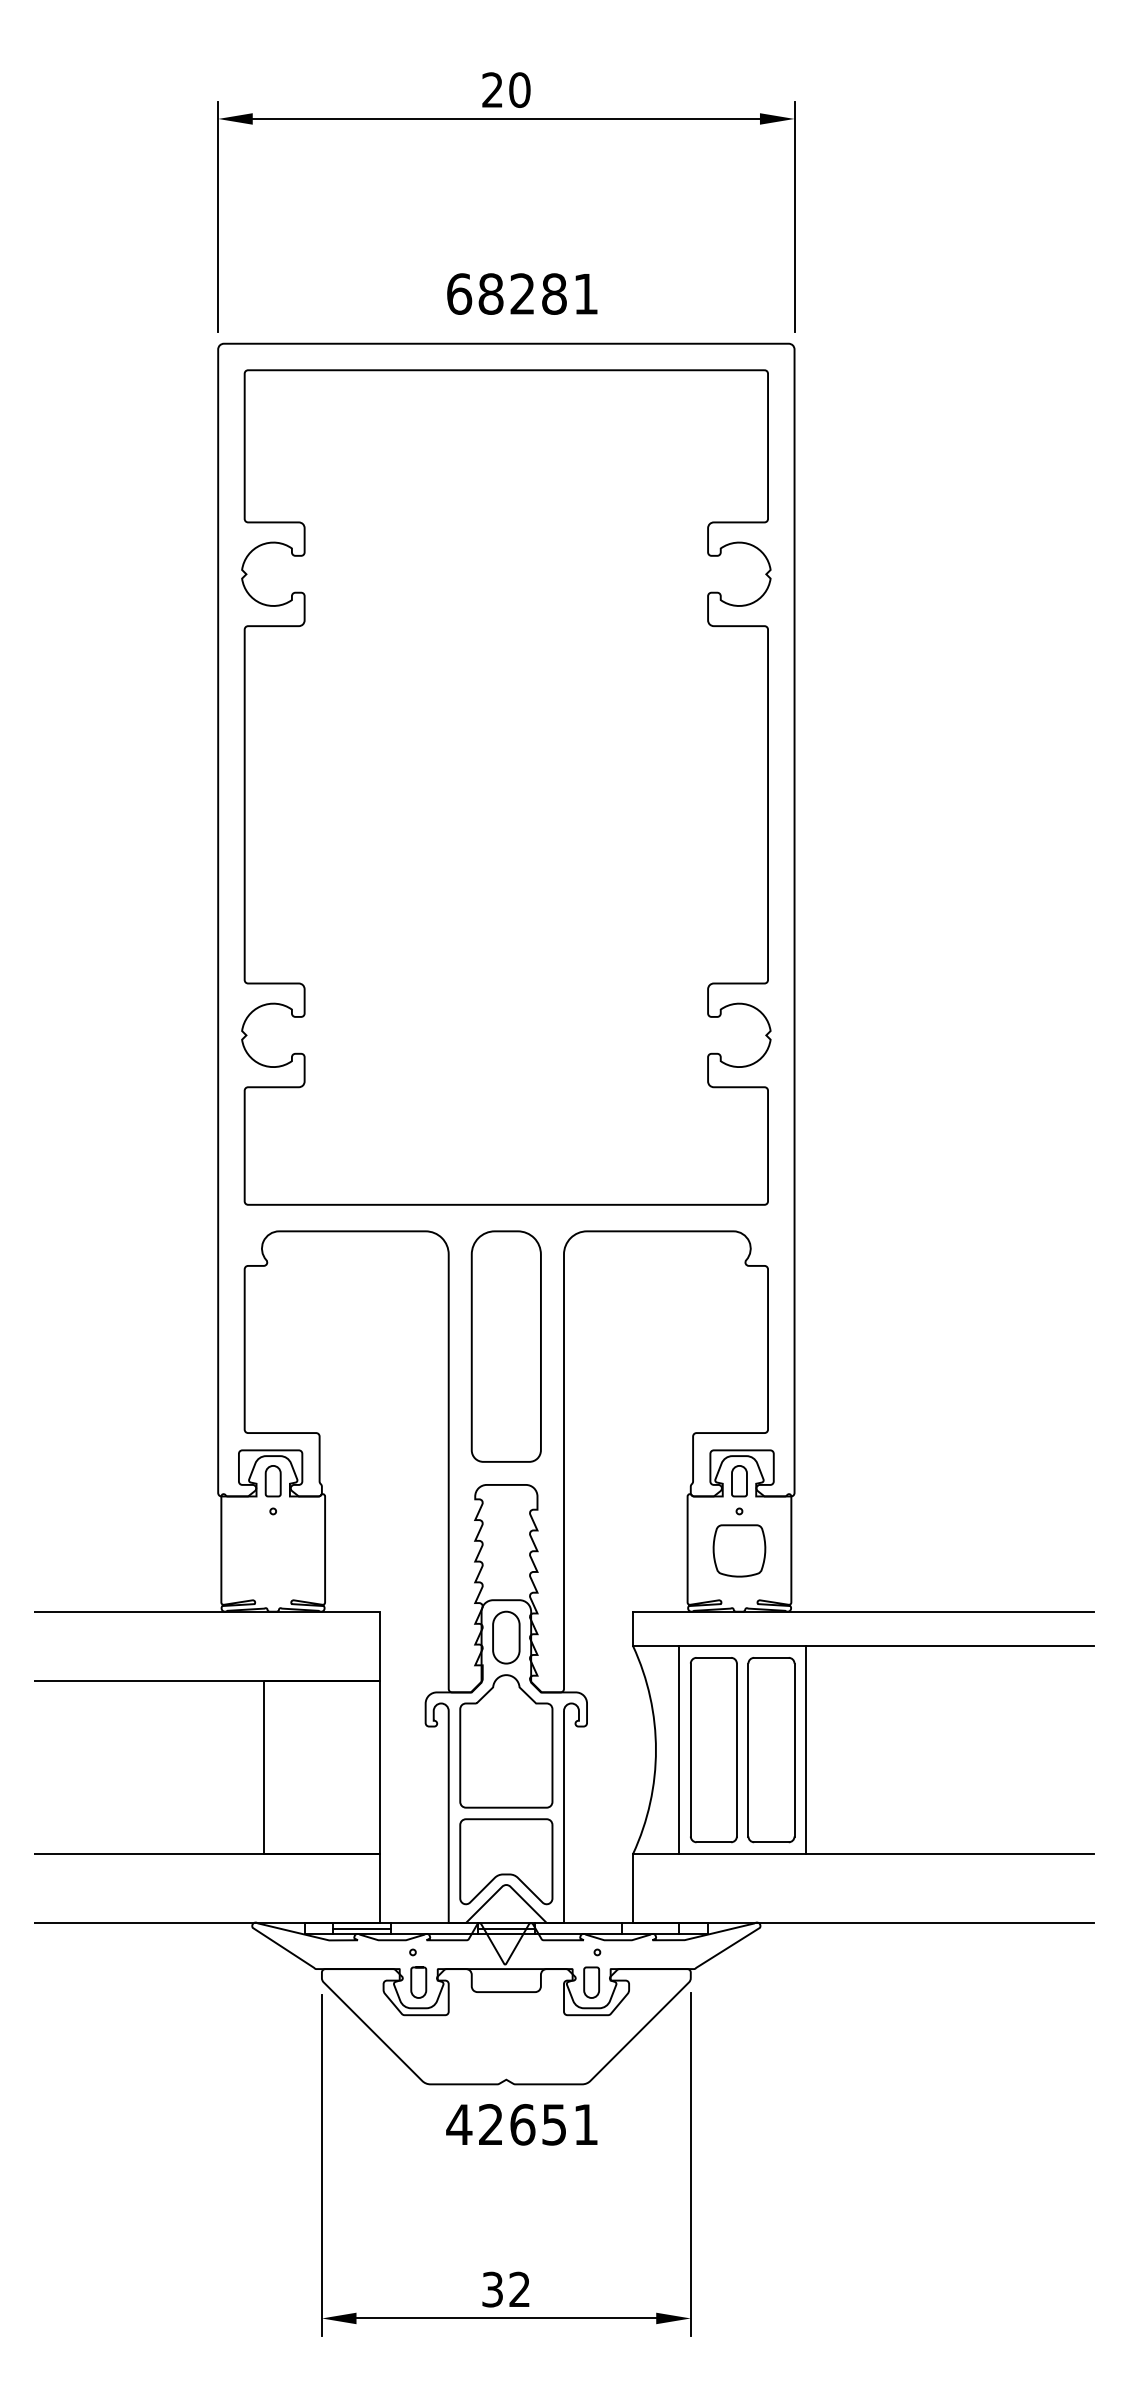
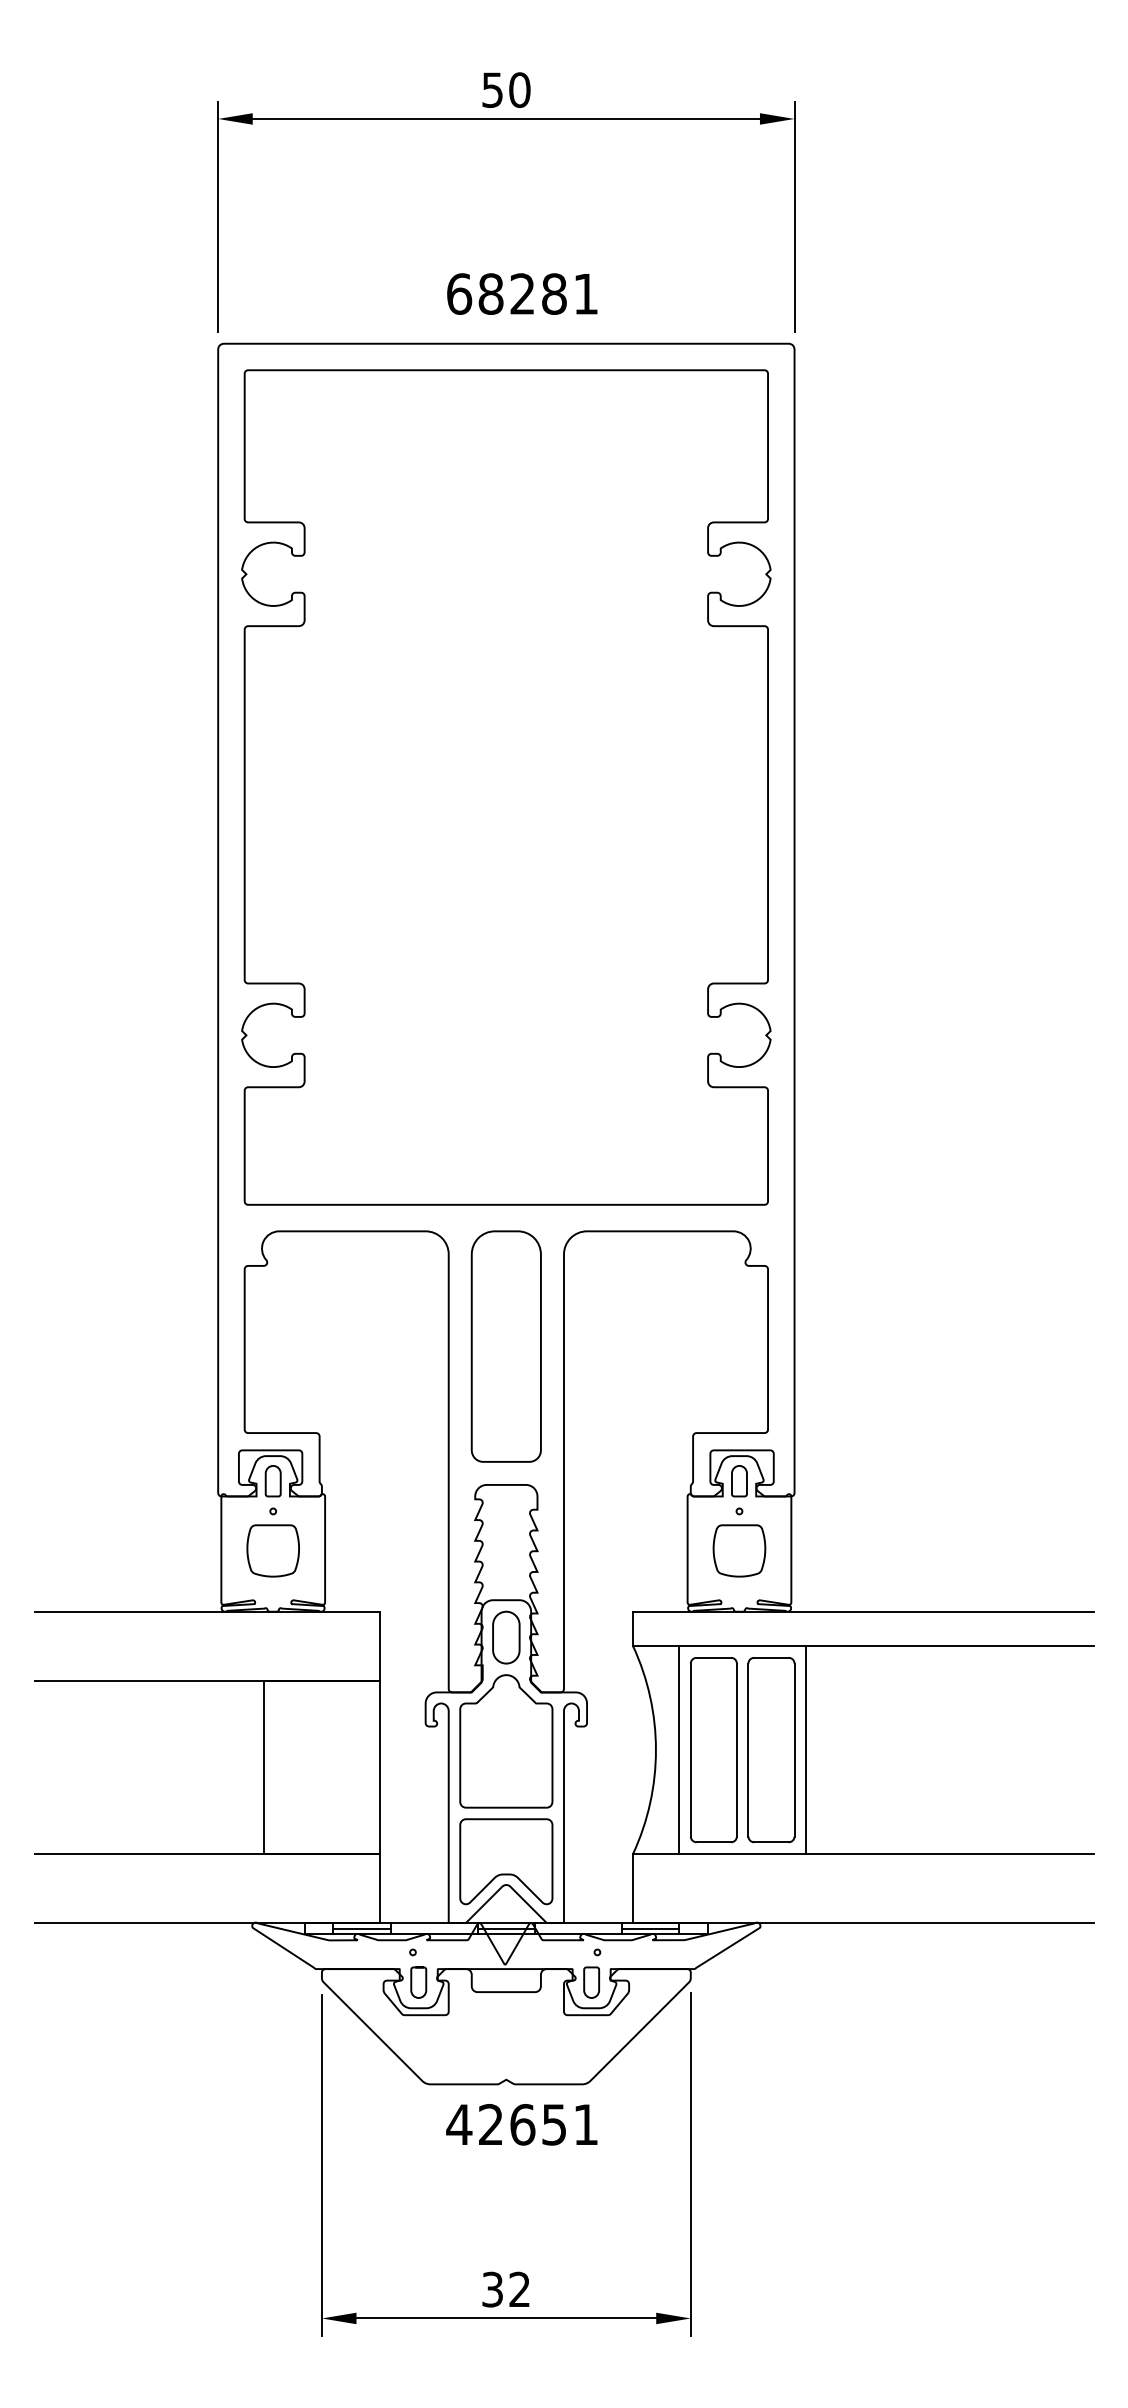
text at (492, 89): 20 -> 50
part at (272, 1550): none -> present
line at (650, 1928): none -> present
